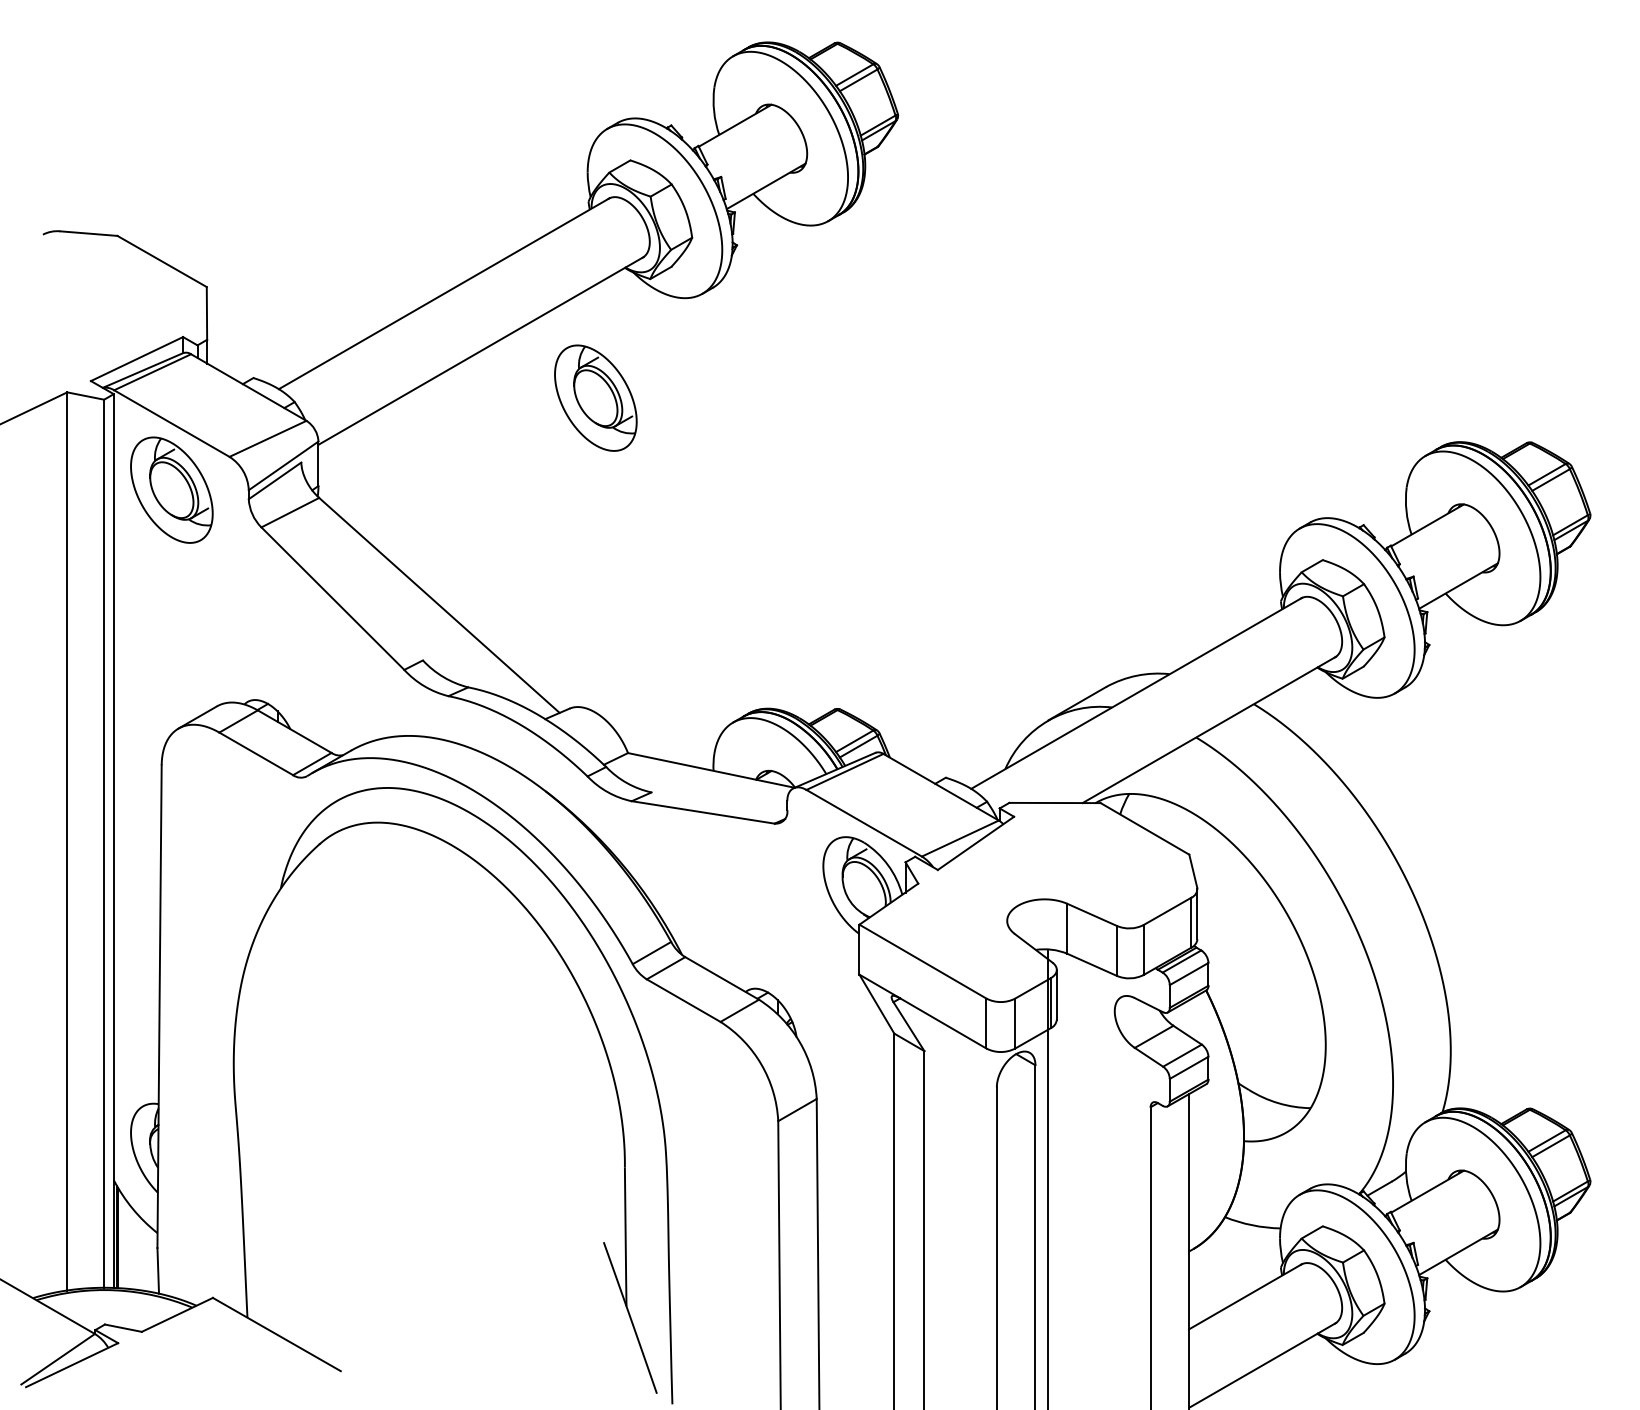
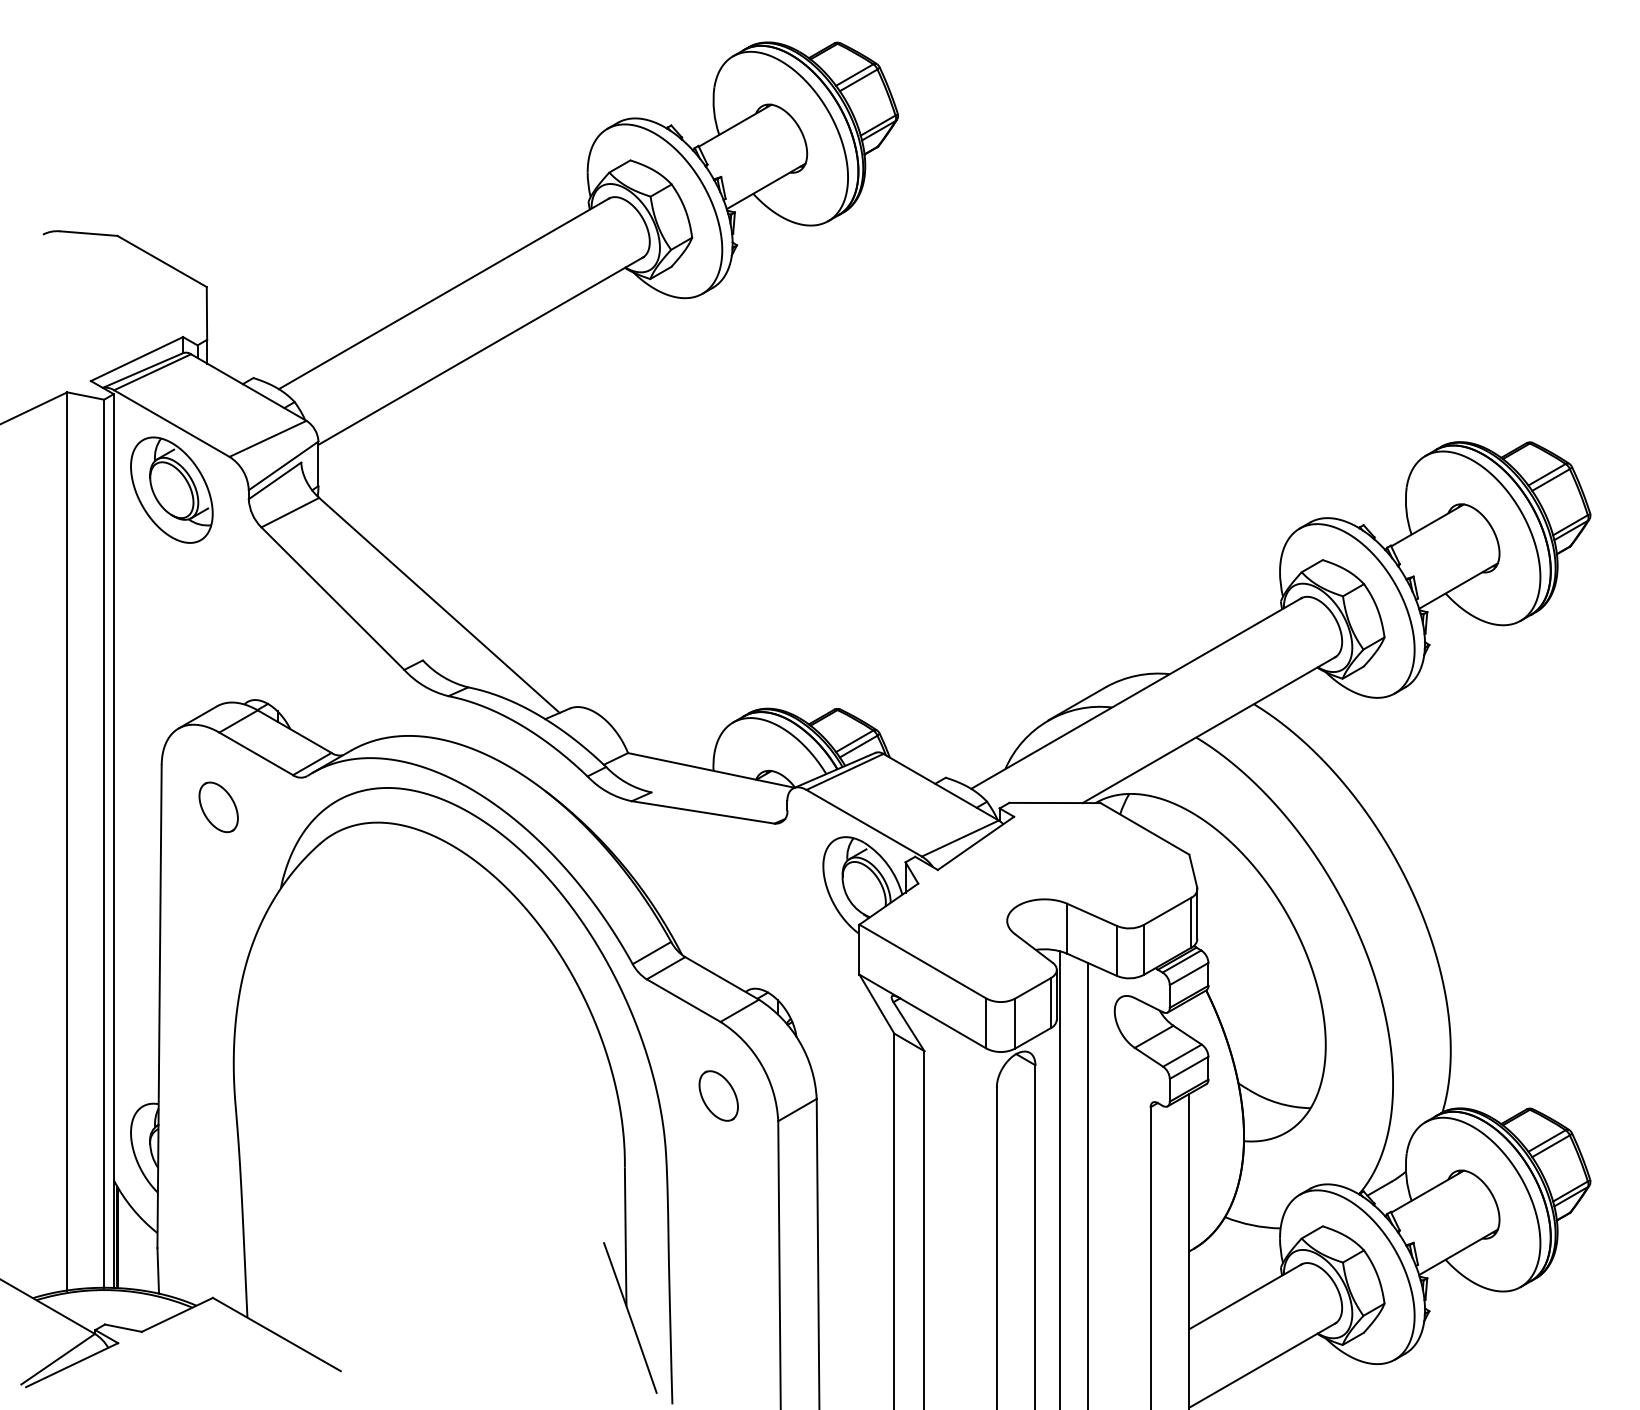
part at (595, 397): present -> none
part at (218, 807): none -> present
part at (718, 1095): none -> present
line at (1047, 1178) position: (1047, 1178) -> (1059, 1178)
line at (1088, 1184): none -> present
